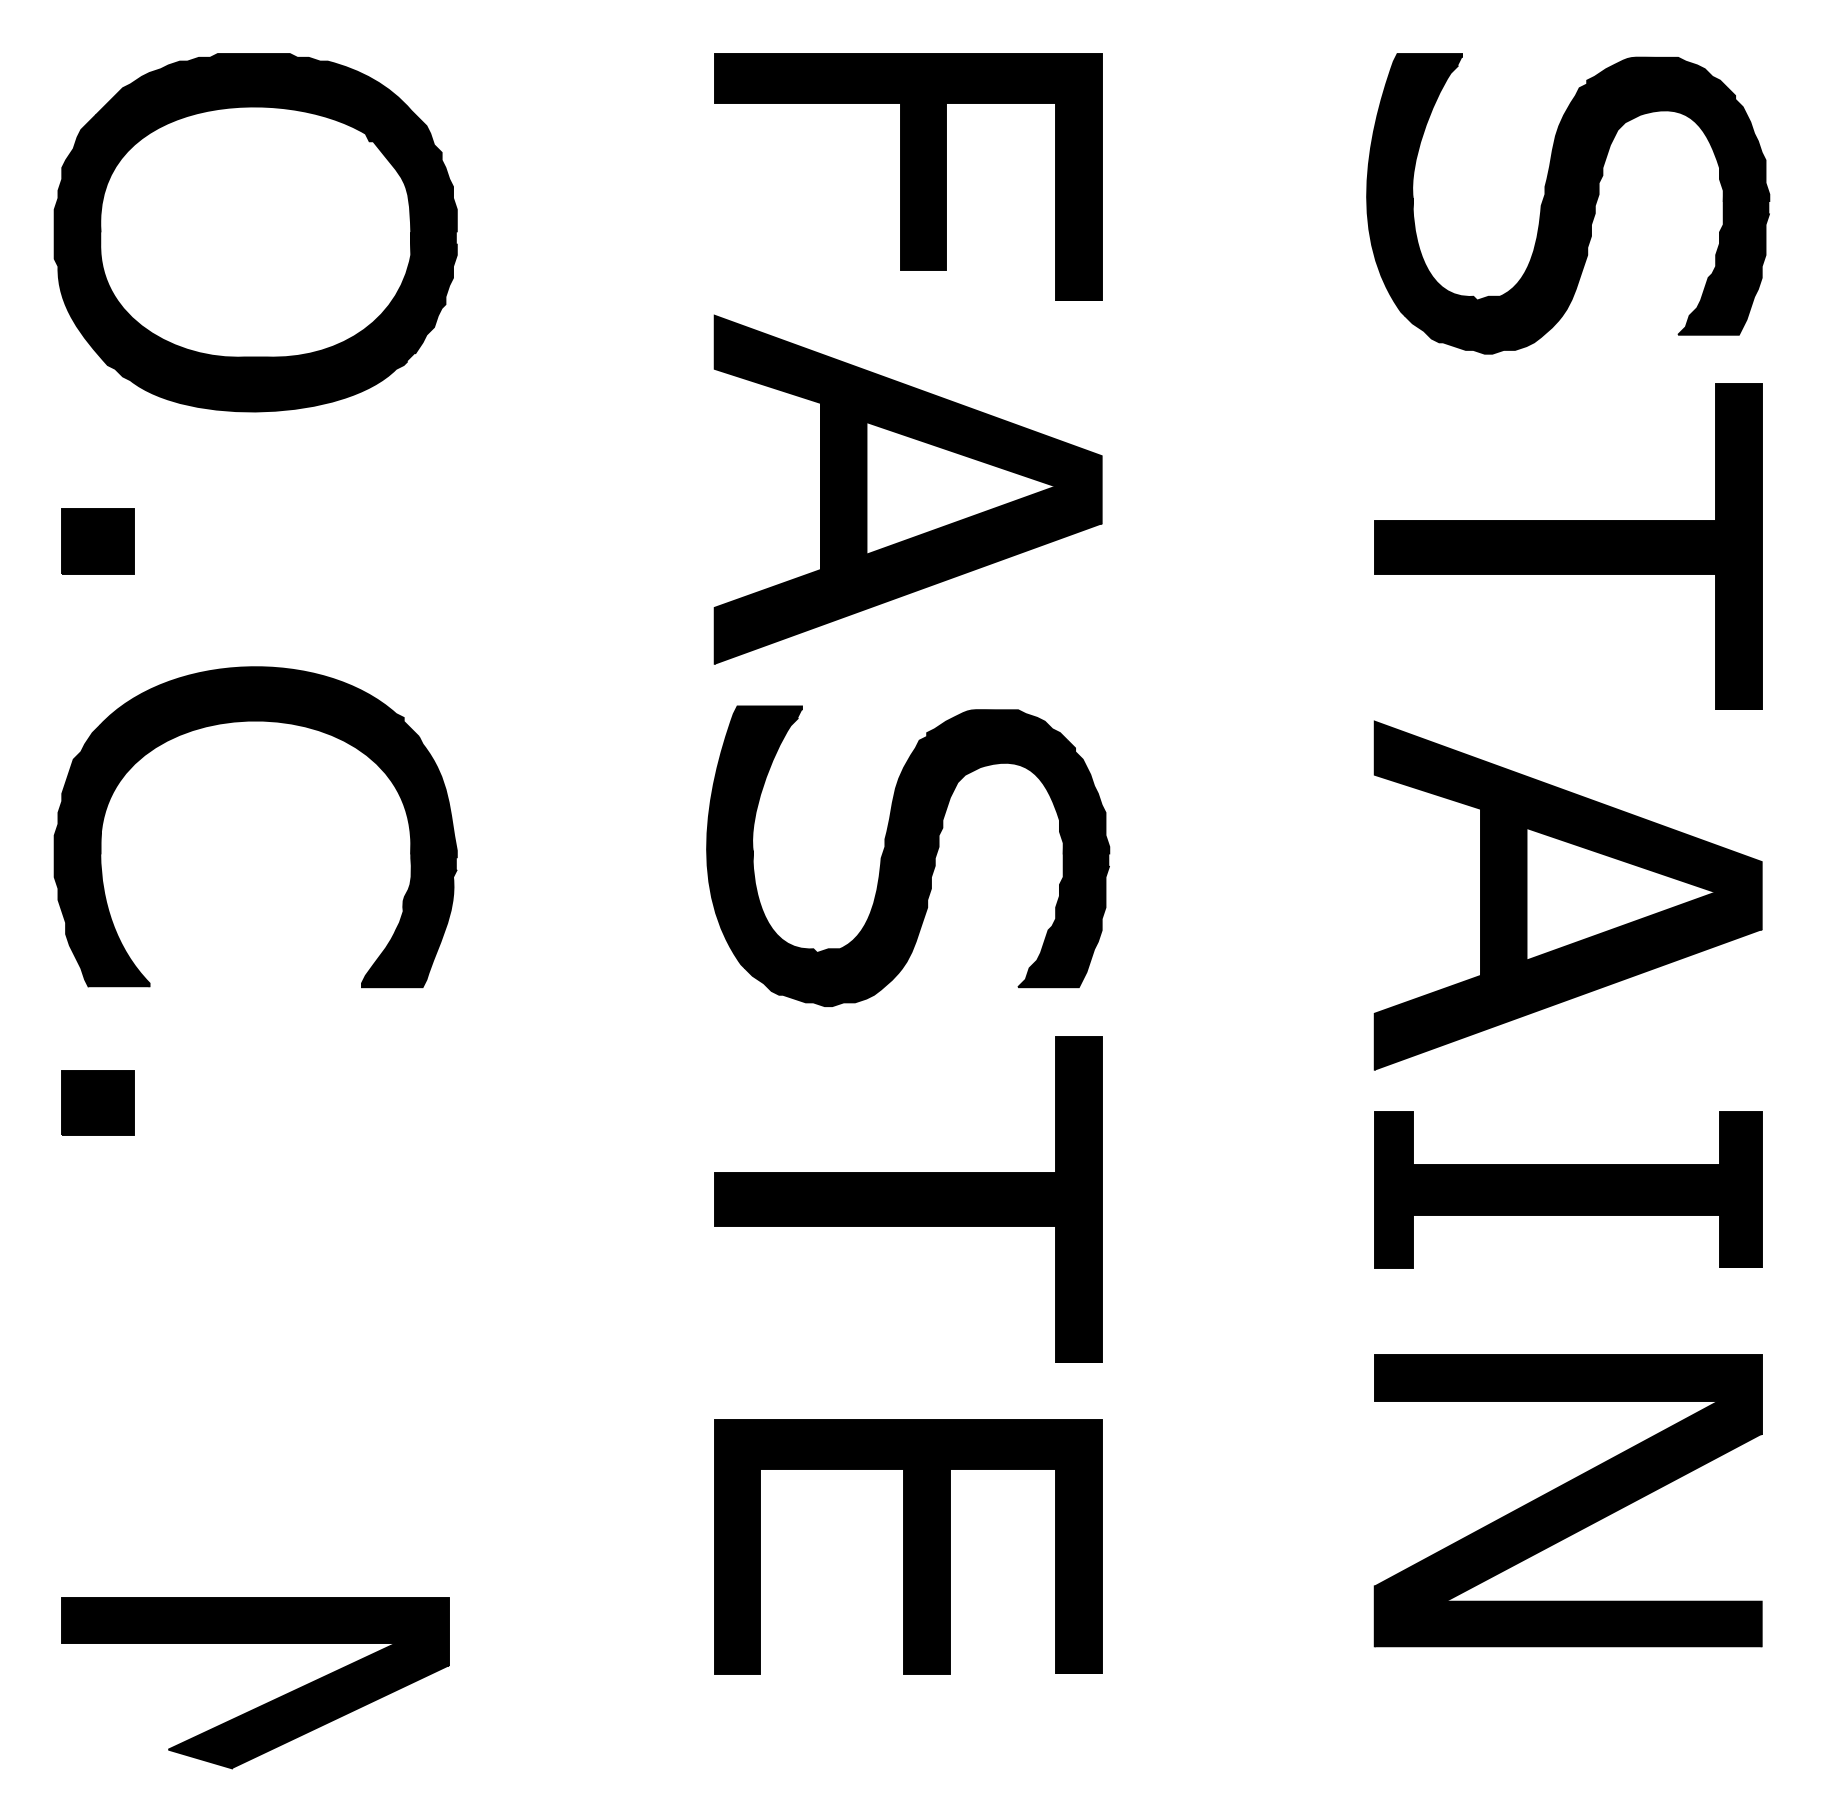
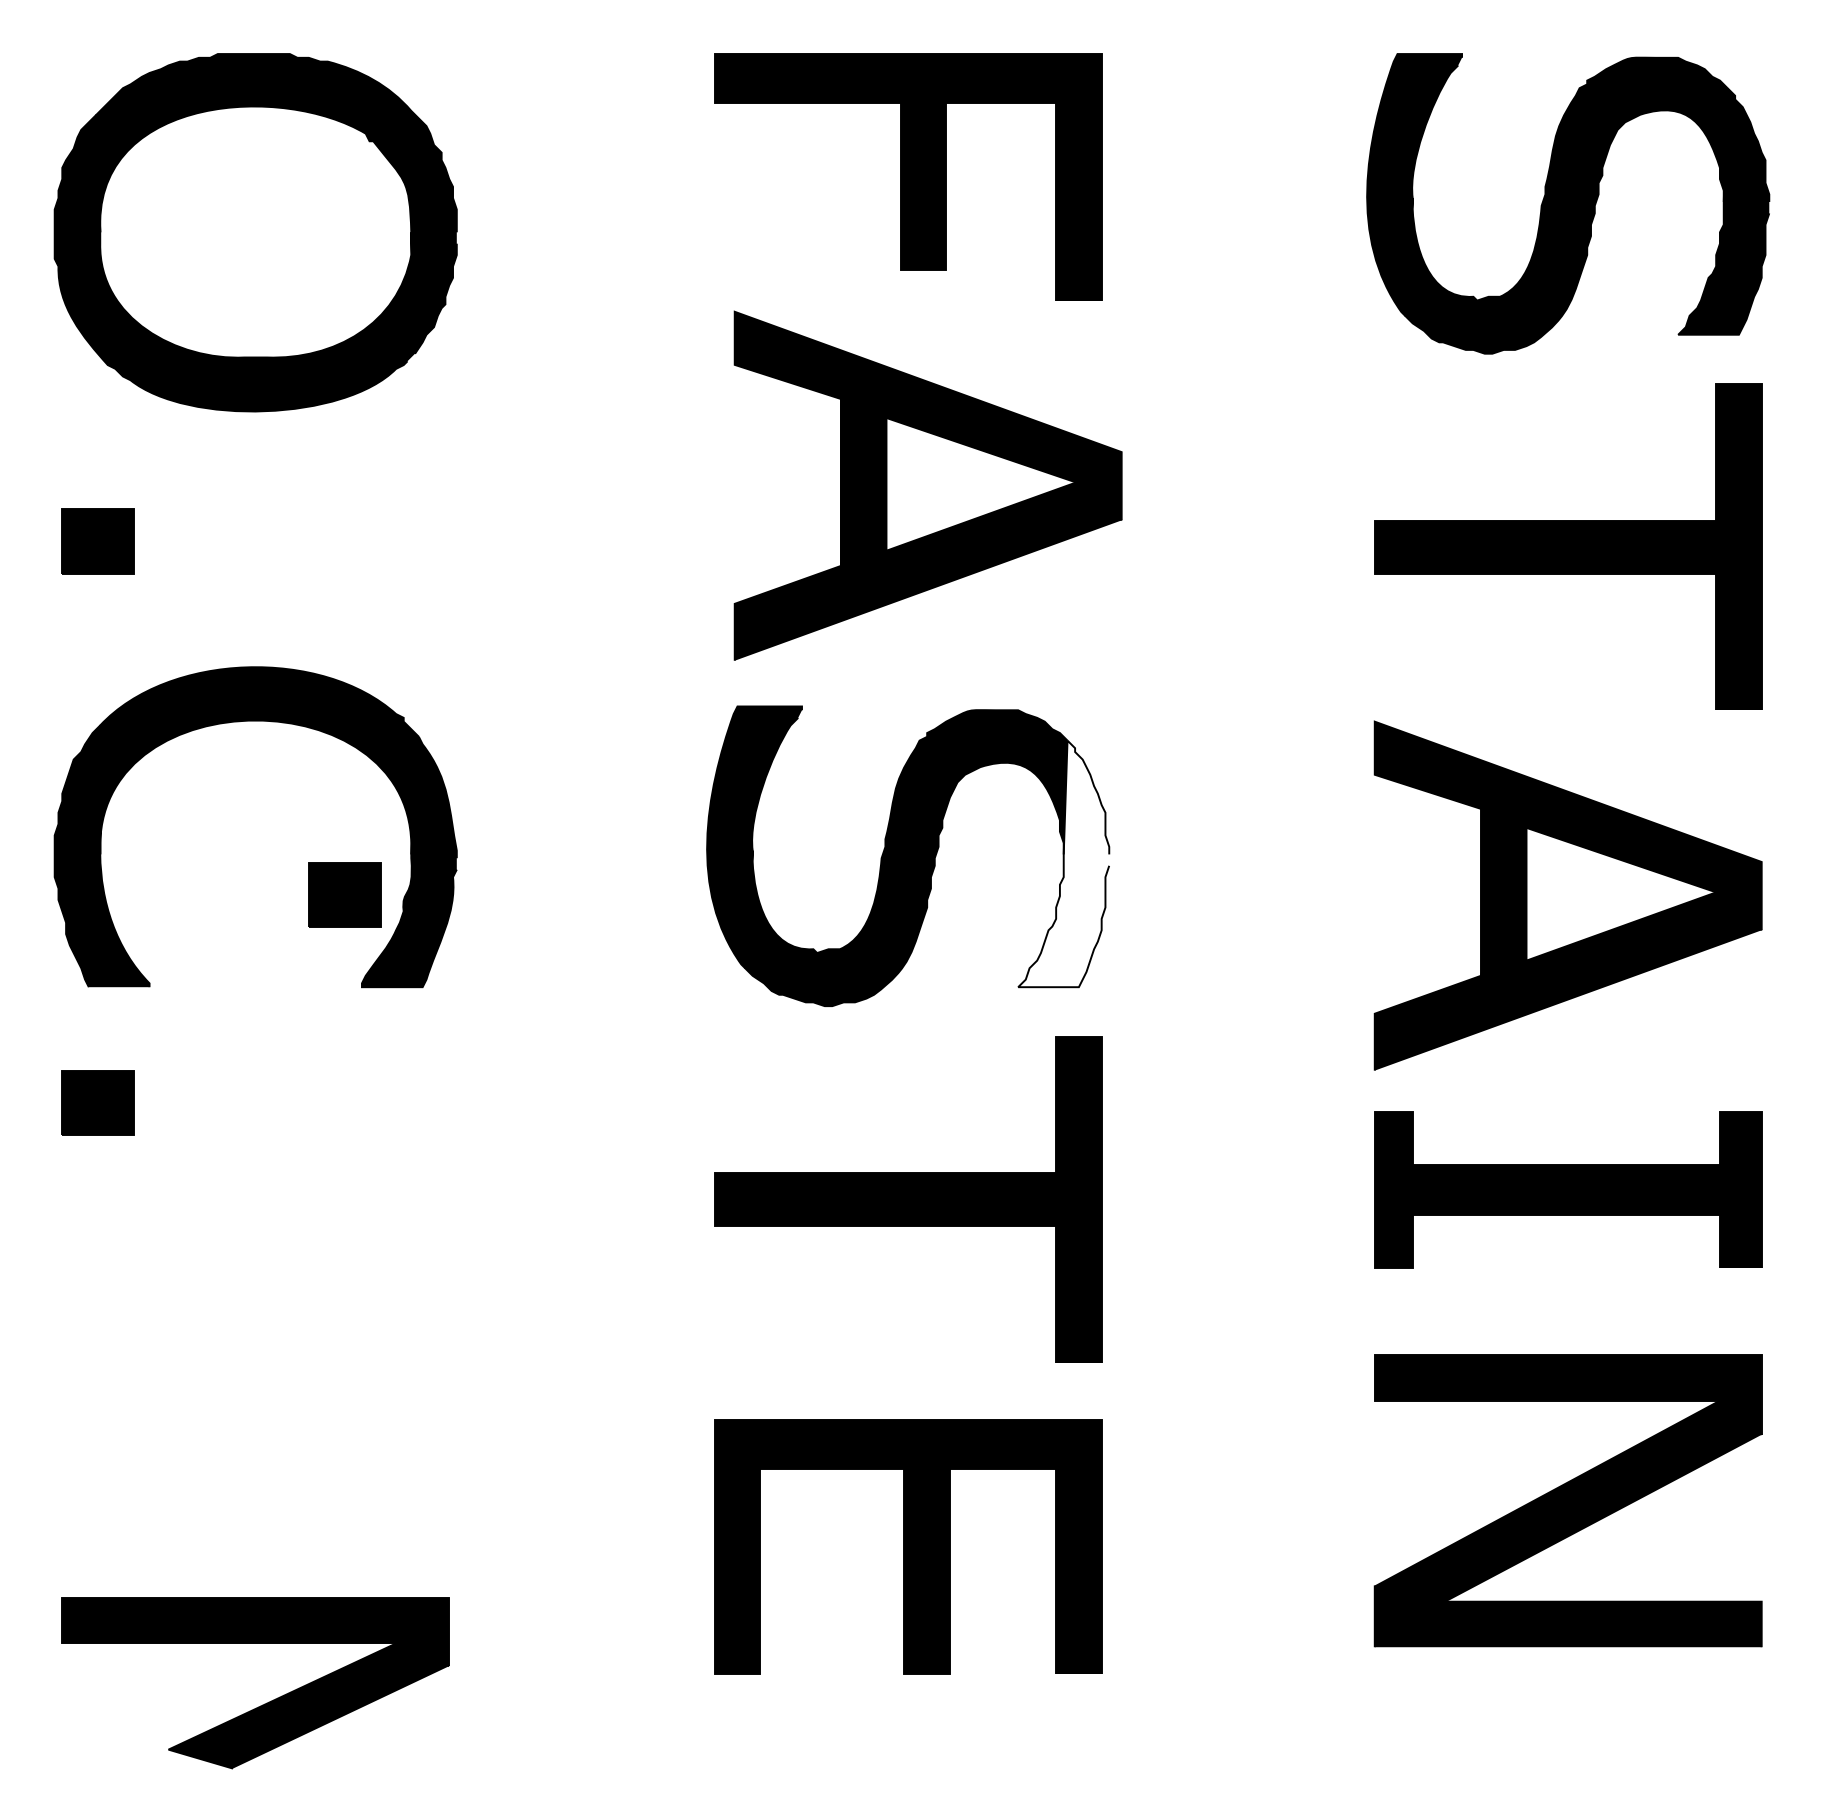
part at (907, 489) position: (907, 489) -> (927, 485)
fill at (1063, 863): present -> none
part at (344, 894): none -> present
